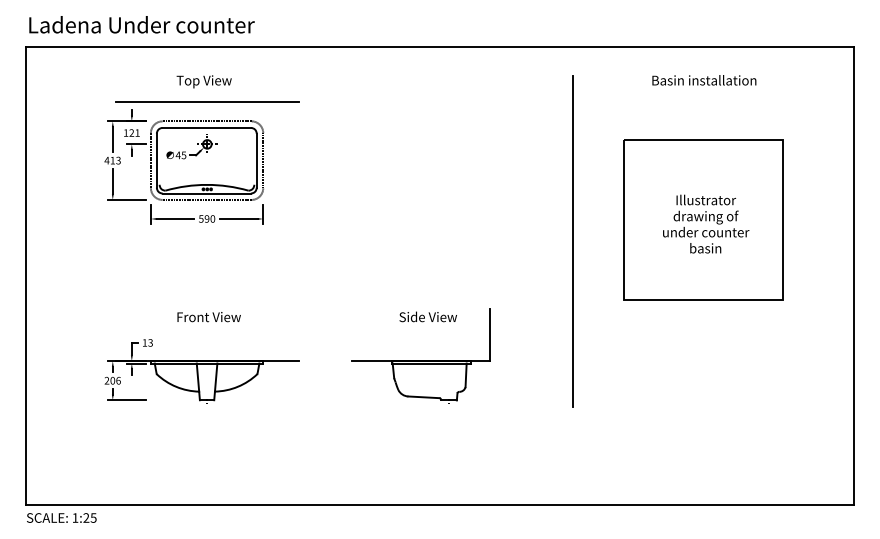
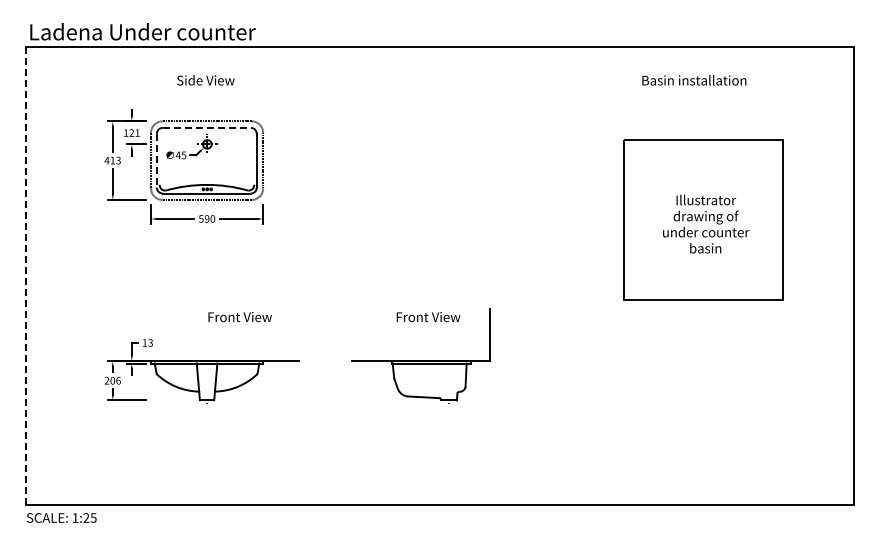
text at (141, 24) position: (141, 24) -> (142, 31)
text at (704, 80) position: (704, 80) -> (694, 80)
text at (205, 81): Top View -> Side View
line at (206, 102): present -> none
line at (207, 127): solid -> dashed
line at (156, 160): solid -> dashed
line at (572, 241): present -> none
line at (26, 276): solid -> dashed
text at (428, 316): Side View -> Front View
text at (208, 317) position: (208, 317) -> (239, 317)
